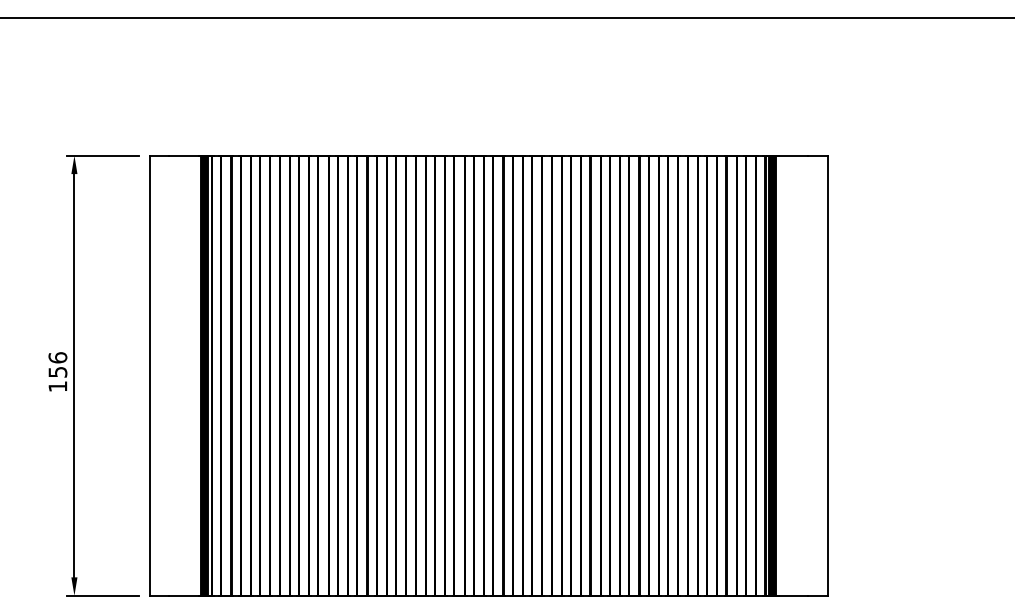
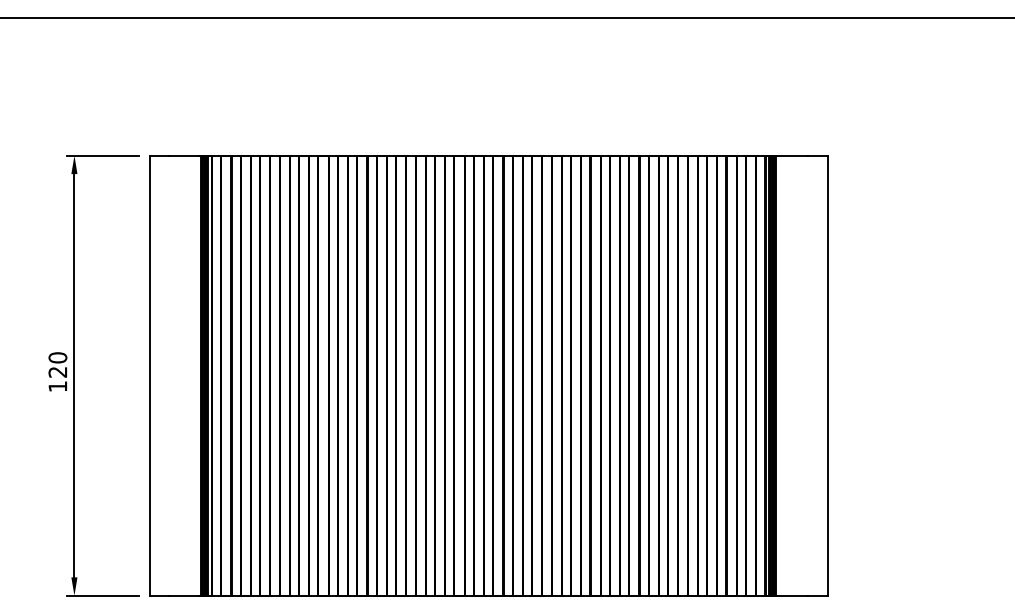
text at (57, 364): 156 -> 120
